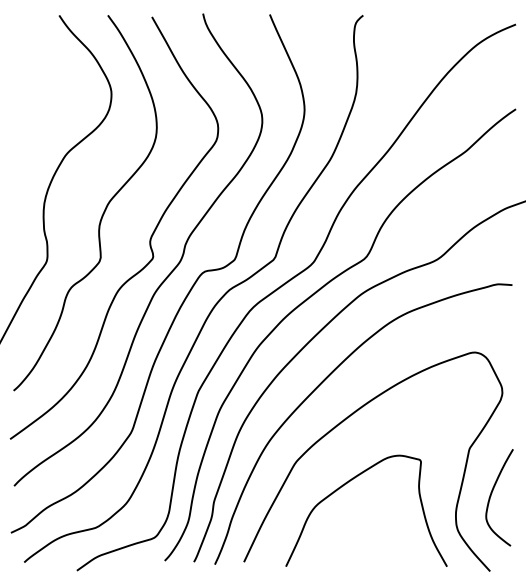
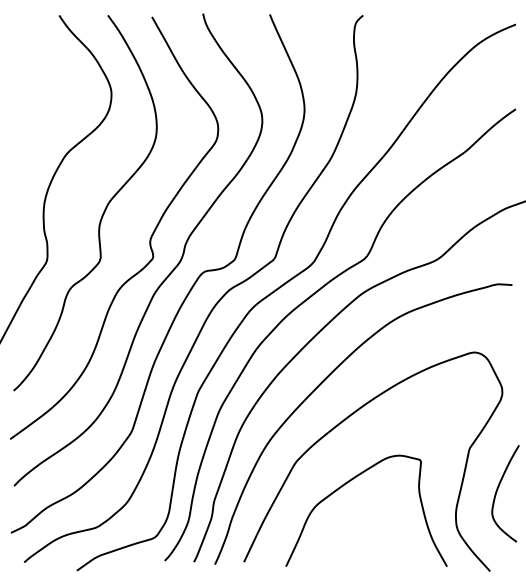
curve at (492, 493) position: (492, 493) -> (498, 489)
